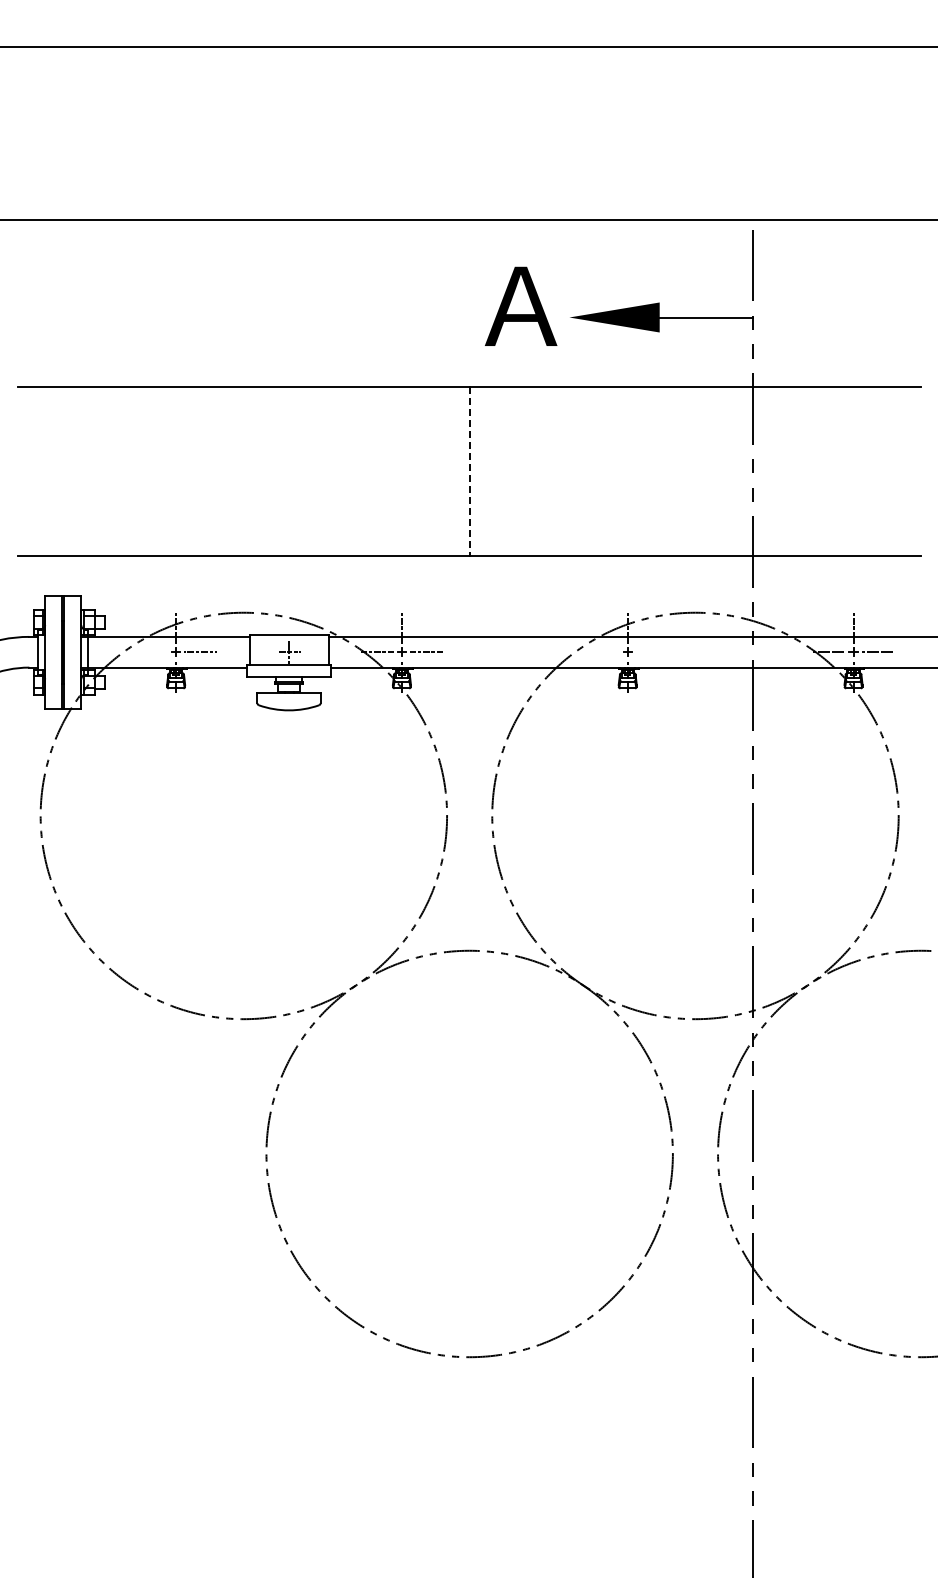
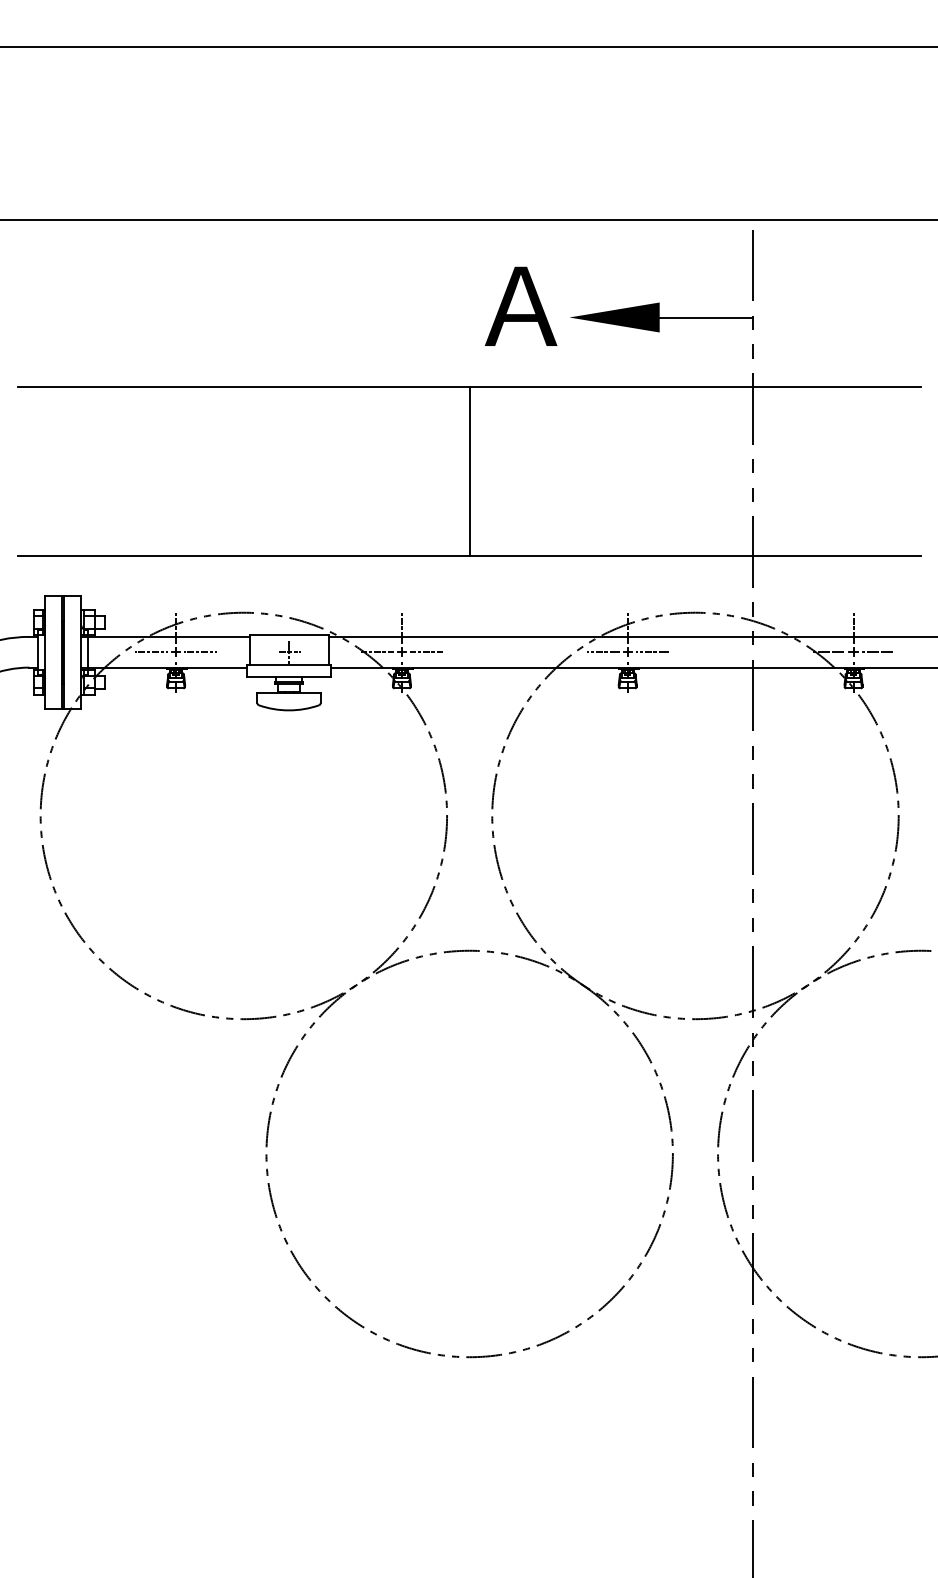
line at (469, 471): dashed -> solid
line at (151, 652): none -> present
line at (602, 652): none -> present
line at (651, 652): none -> present
